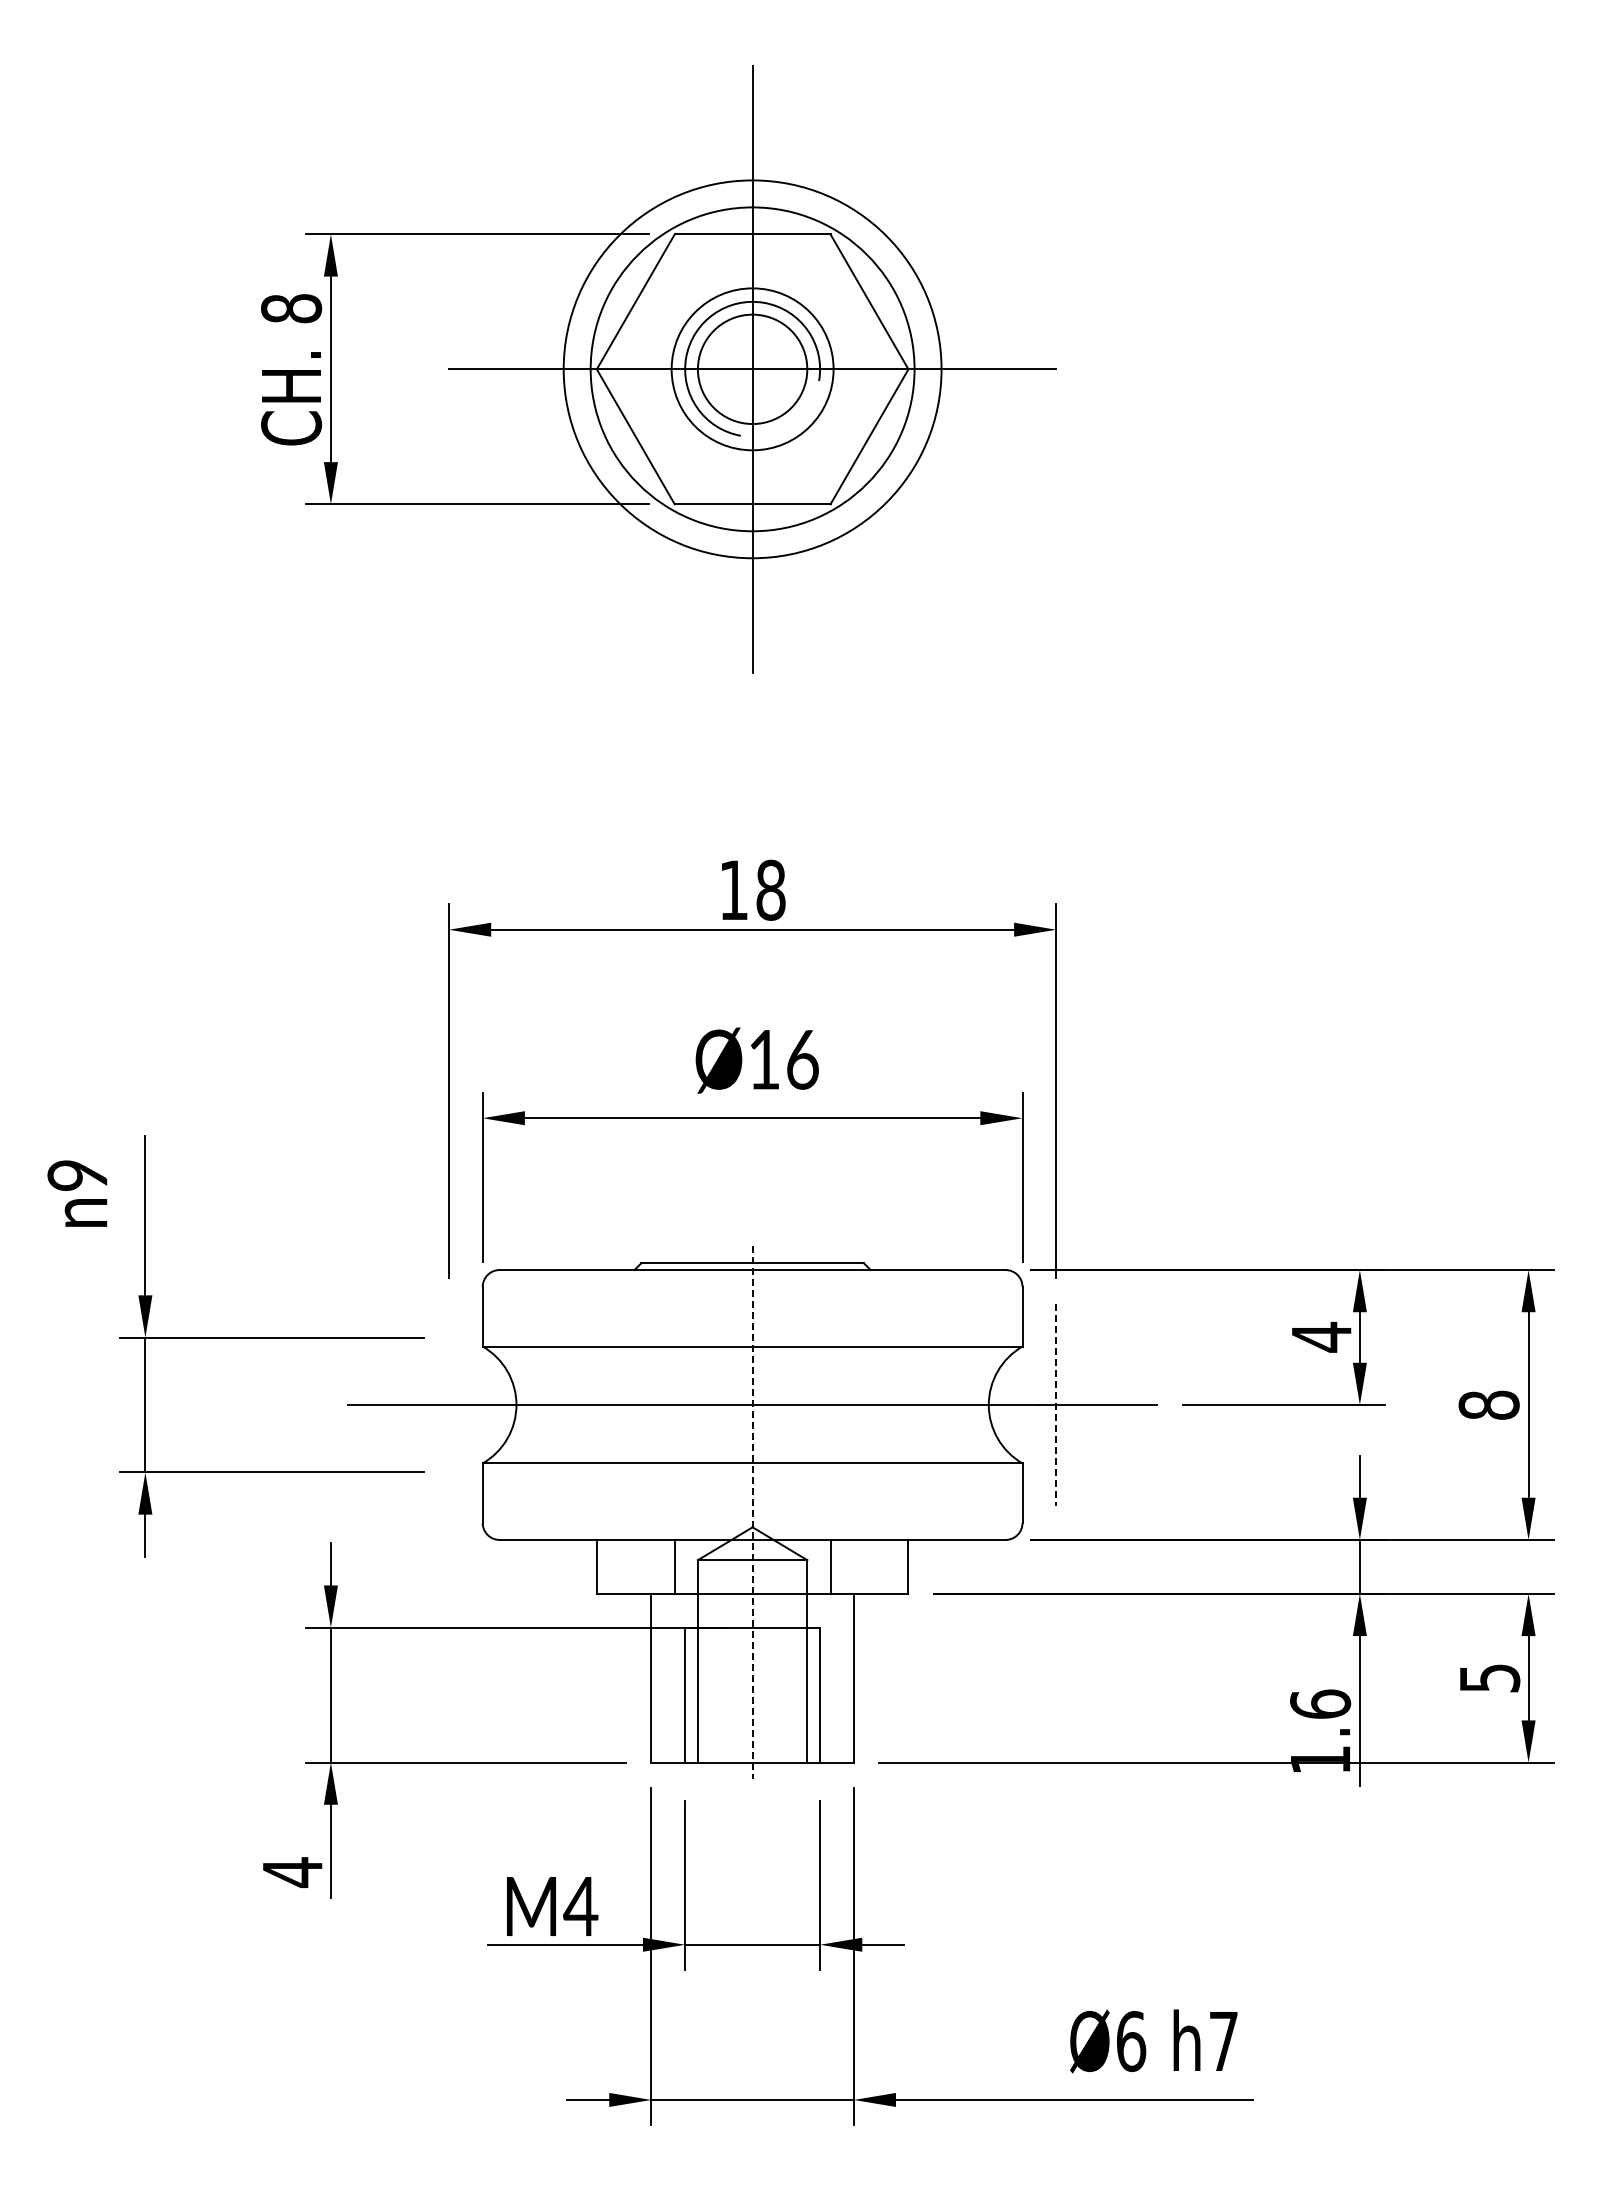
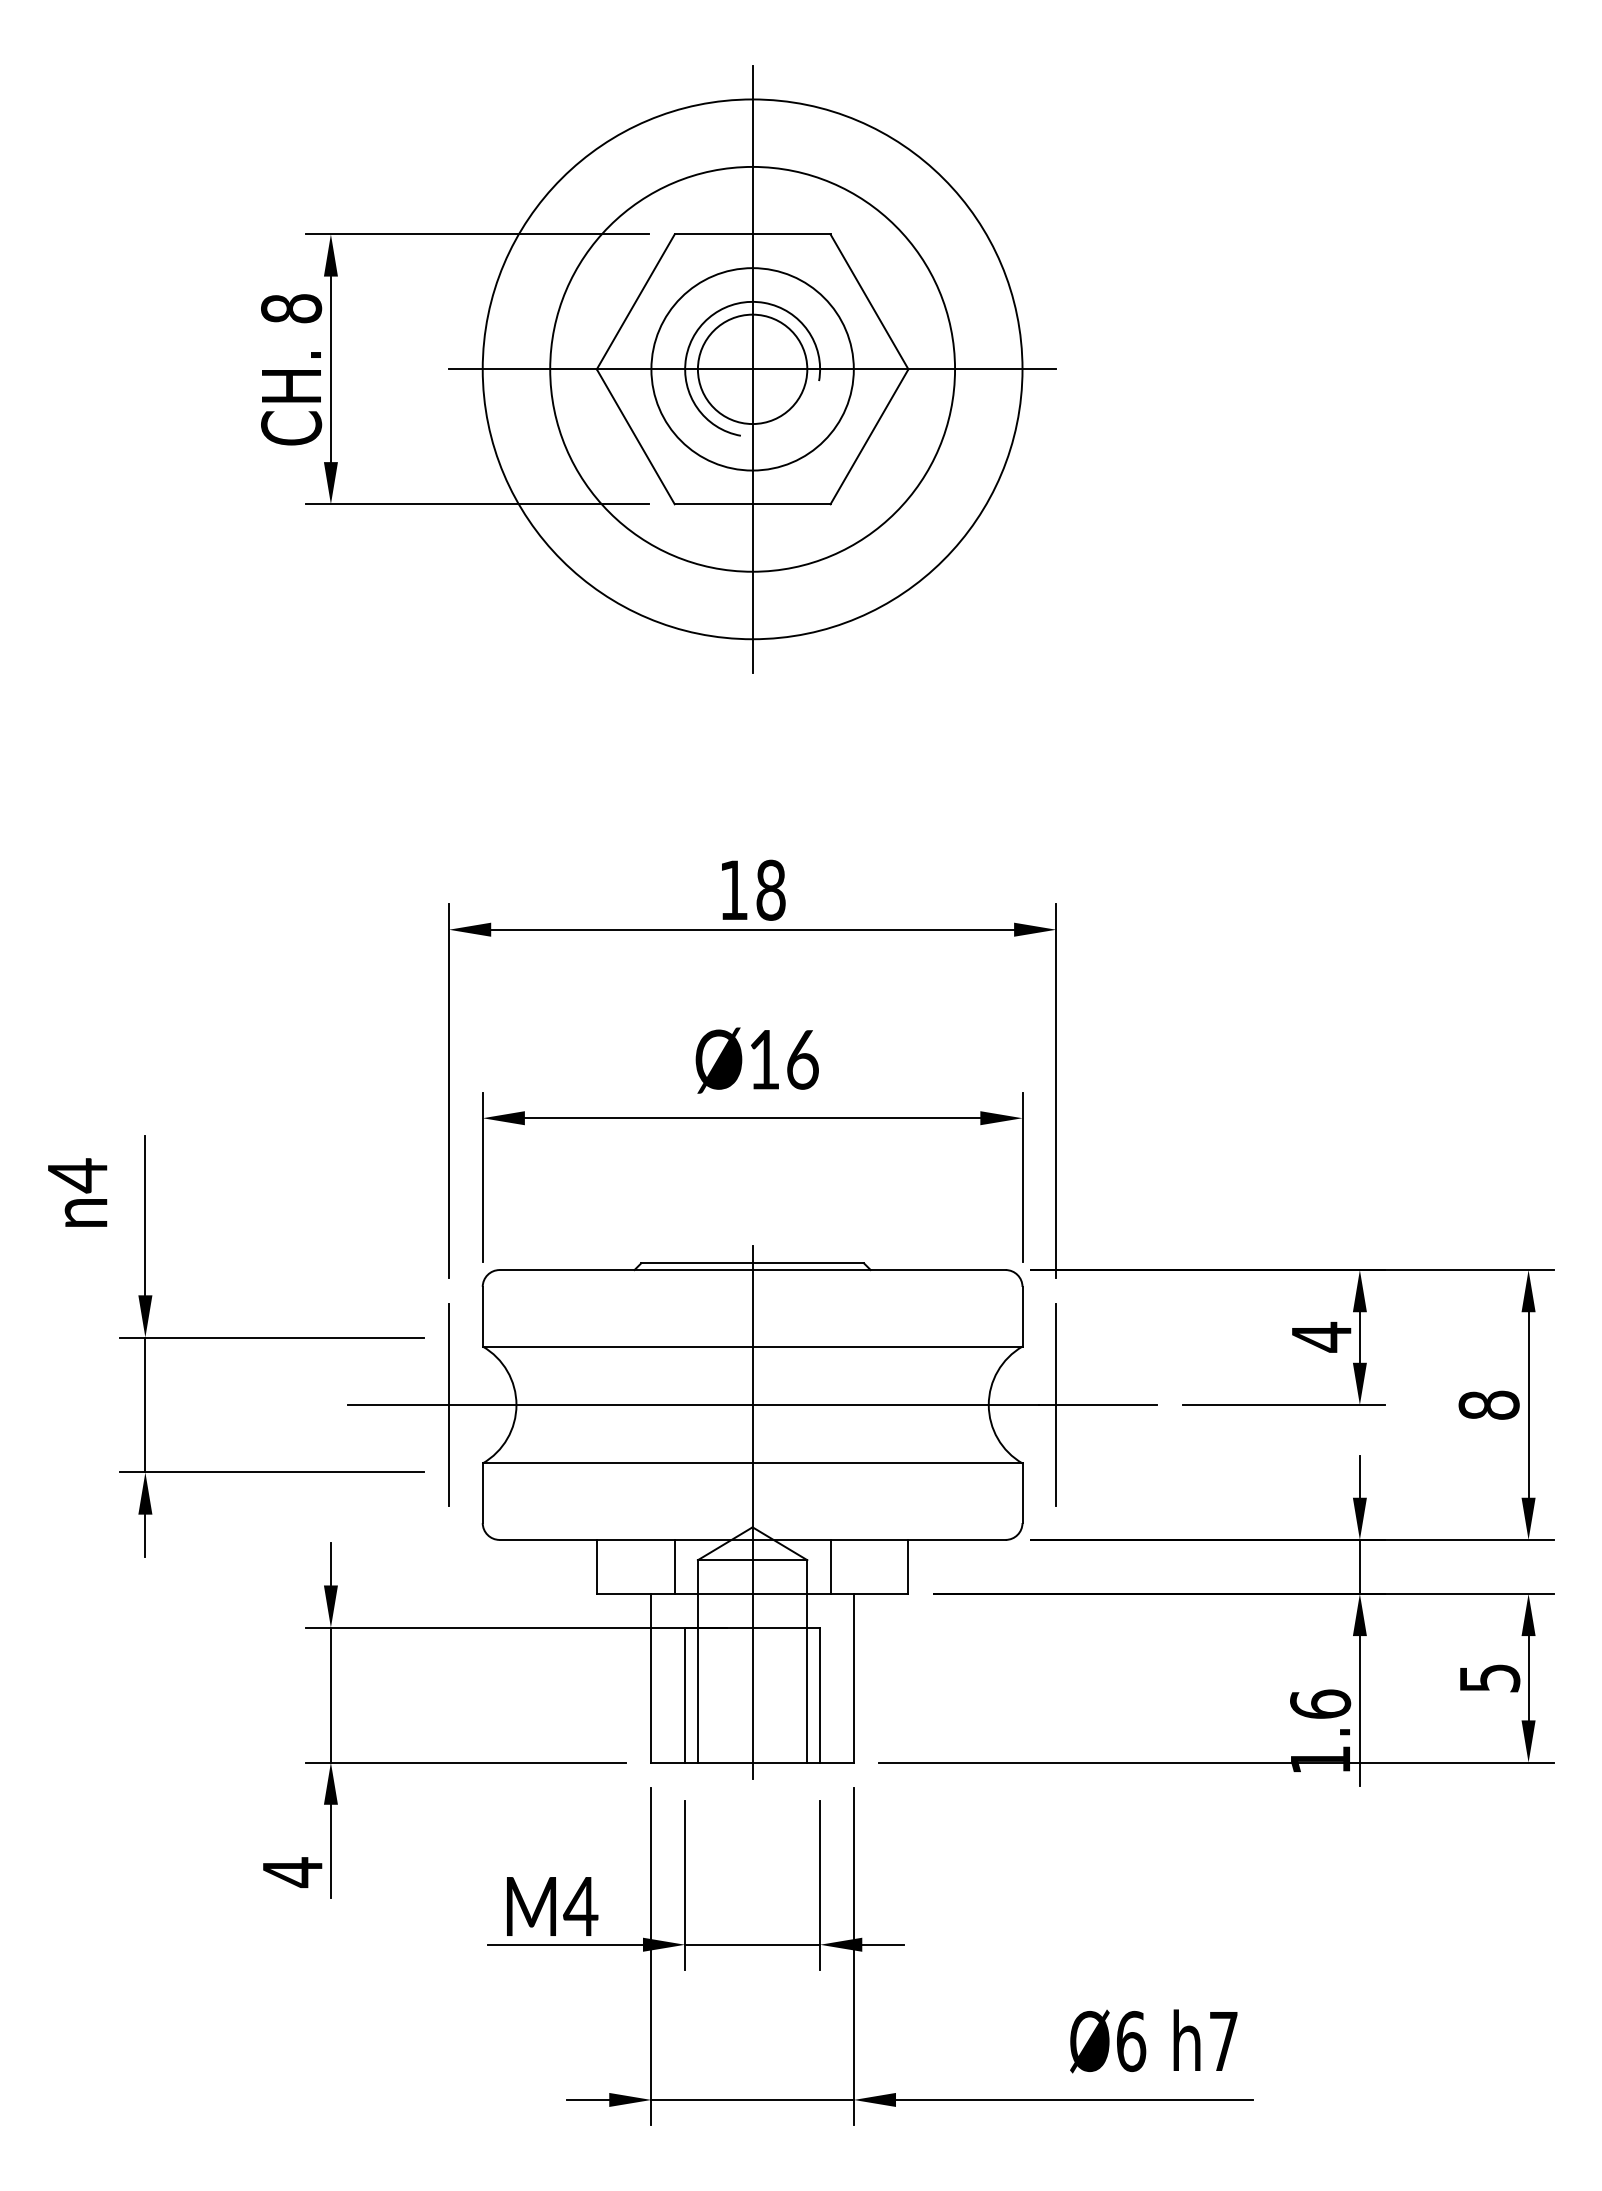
circle at (752, 369) diameter: 162 px -> 202 px
circle at (752, 369) diameter: 324 px -> 405 px
circle at (752, 369) diameter: 378 px -> 540 px
text at (77, 1175): 9 -> 4
line at (449, 1404): none -> present
line at (1056, 1405): dashed -> solid
line at (752, 1512): dashed -> solid
